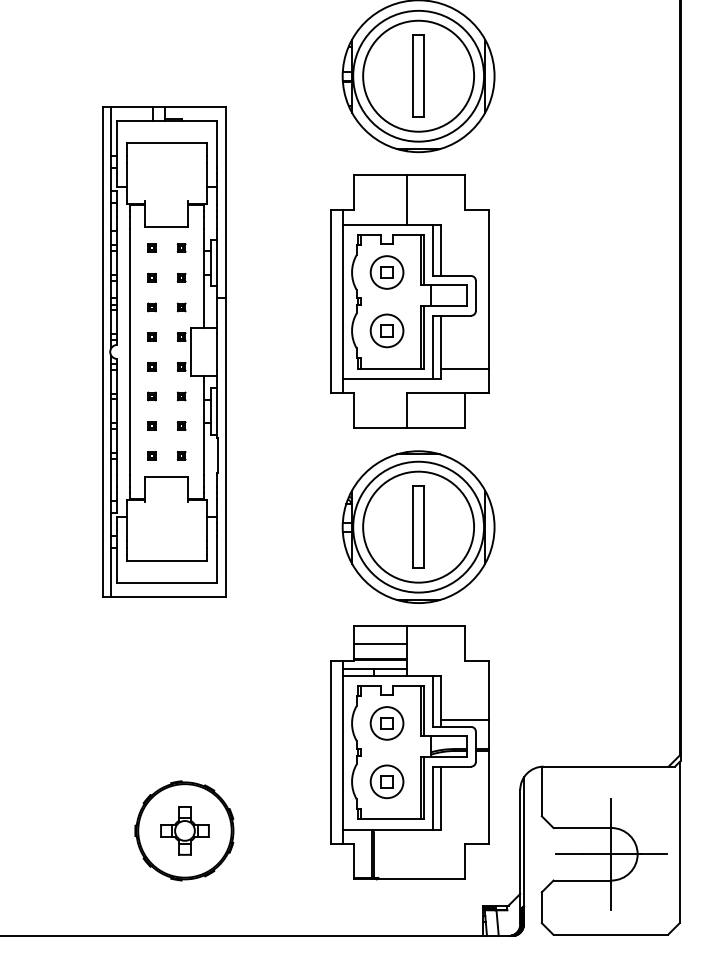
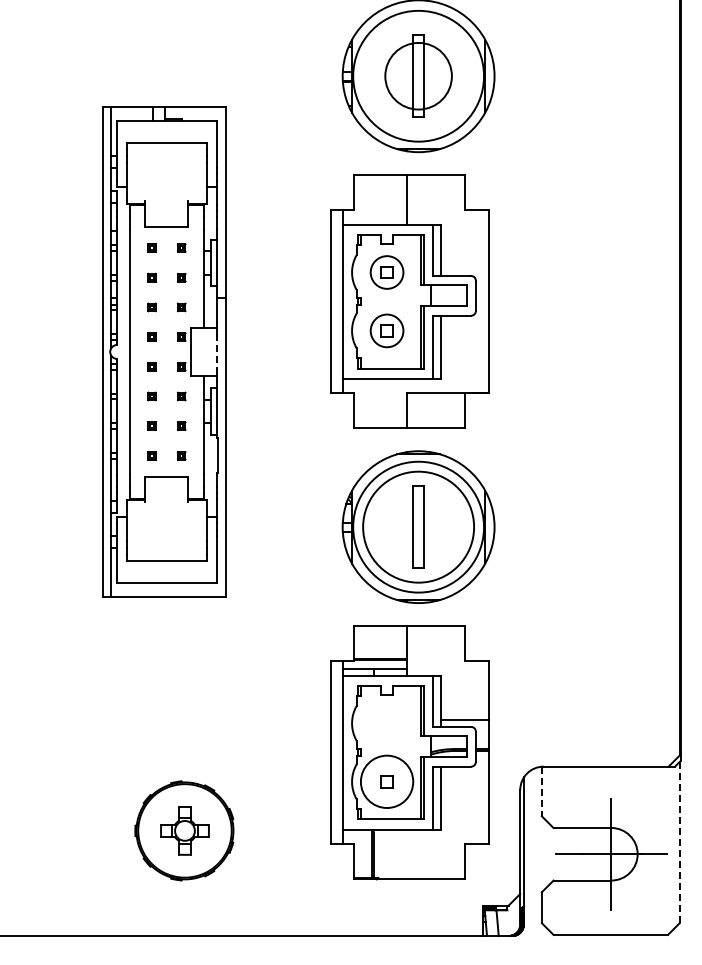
circle at (418, 75) diameter: 111 px -> 67 px
line at (216, 352): solid -> dashed
line at (464, 369): present -> none
line at (380, 644): present -> none
part at (386, 723): present -> none
circle at (386, 781) diameter: 33 px -> 52 px
line at (541, 791): solid -> dashed
line at (679, 842): solid -> dashed
